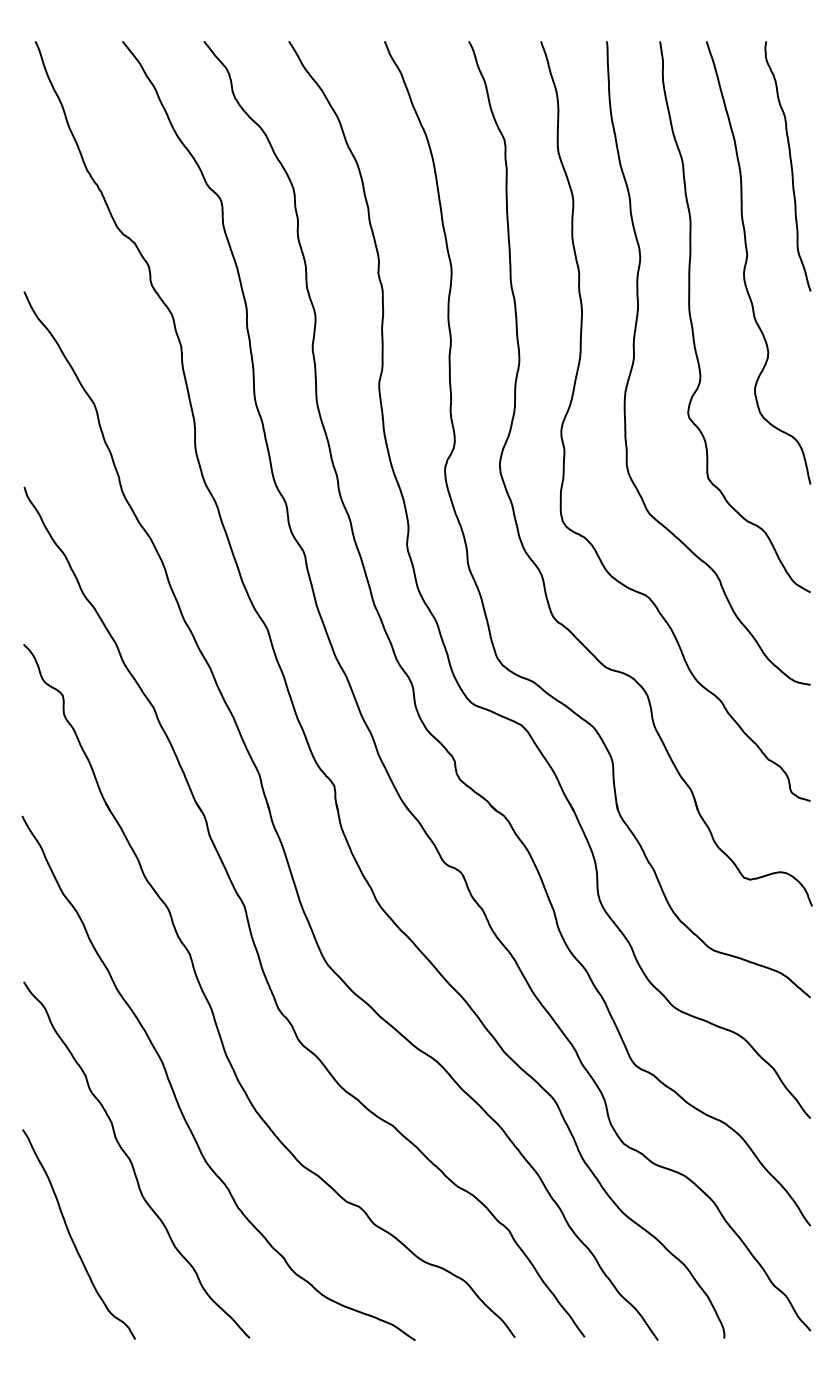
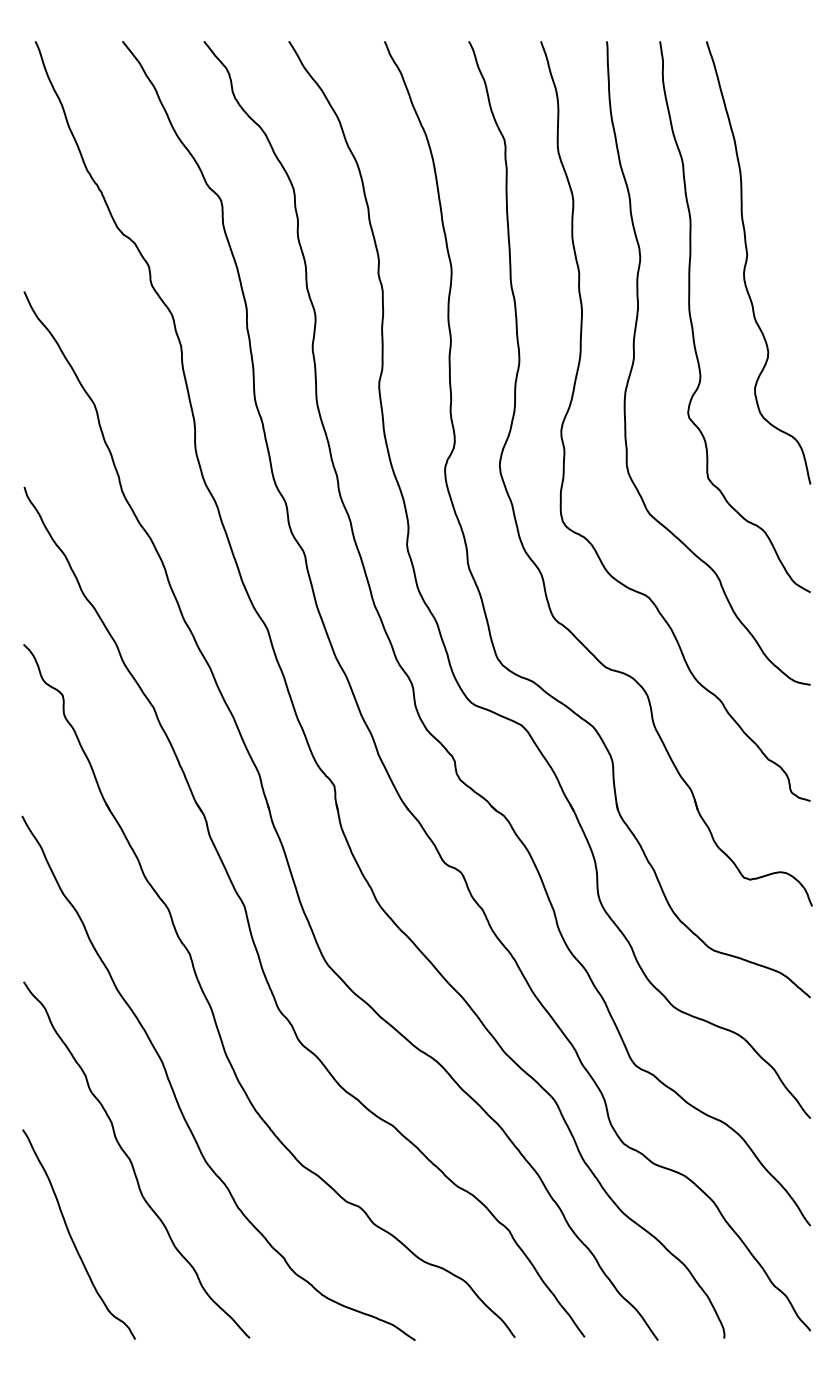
curve at (790, 166): present -> none
